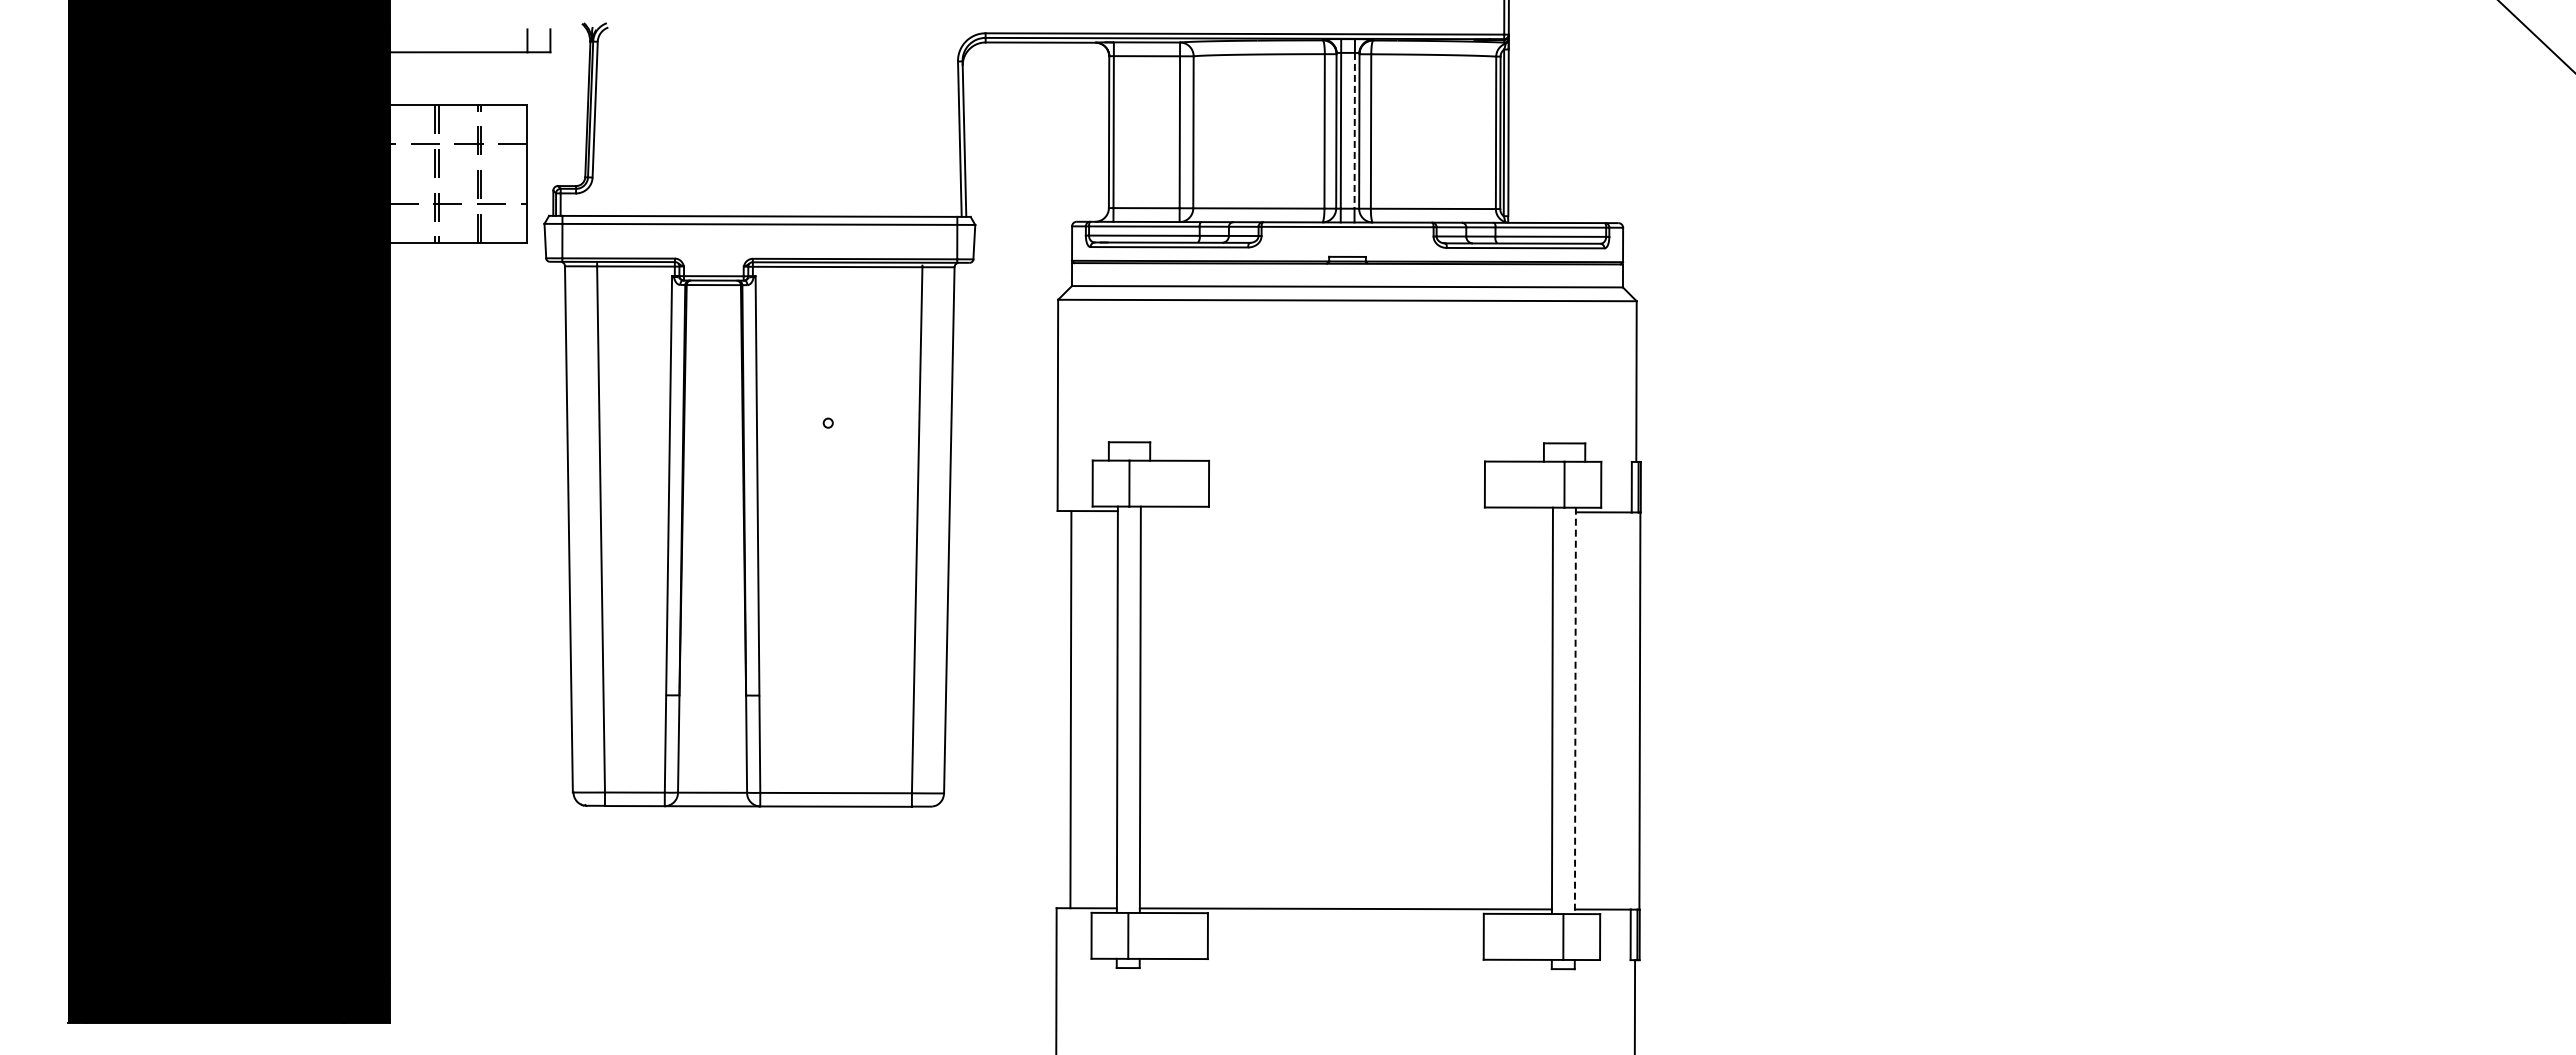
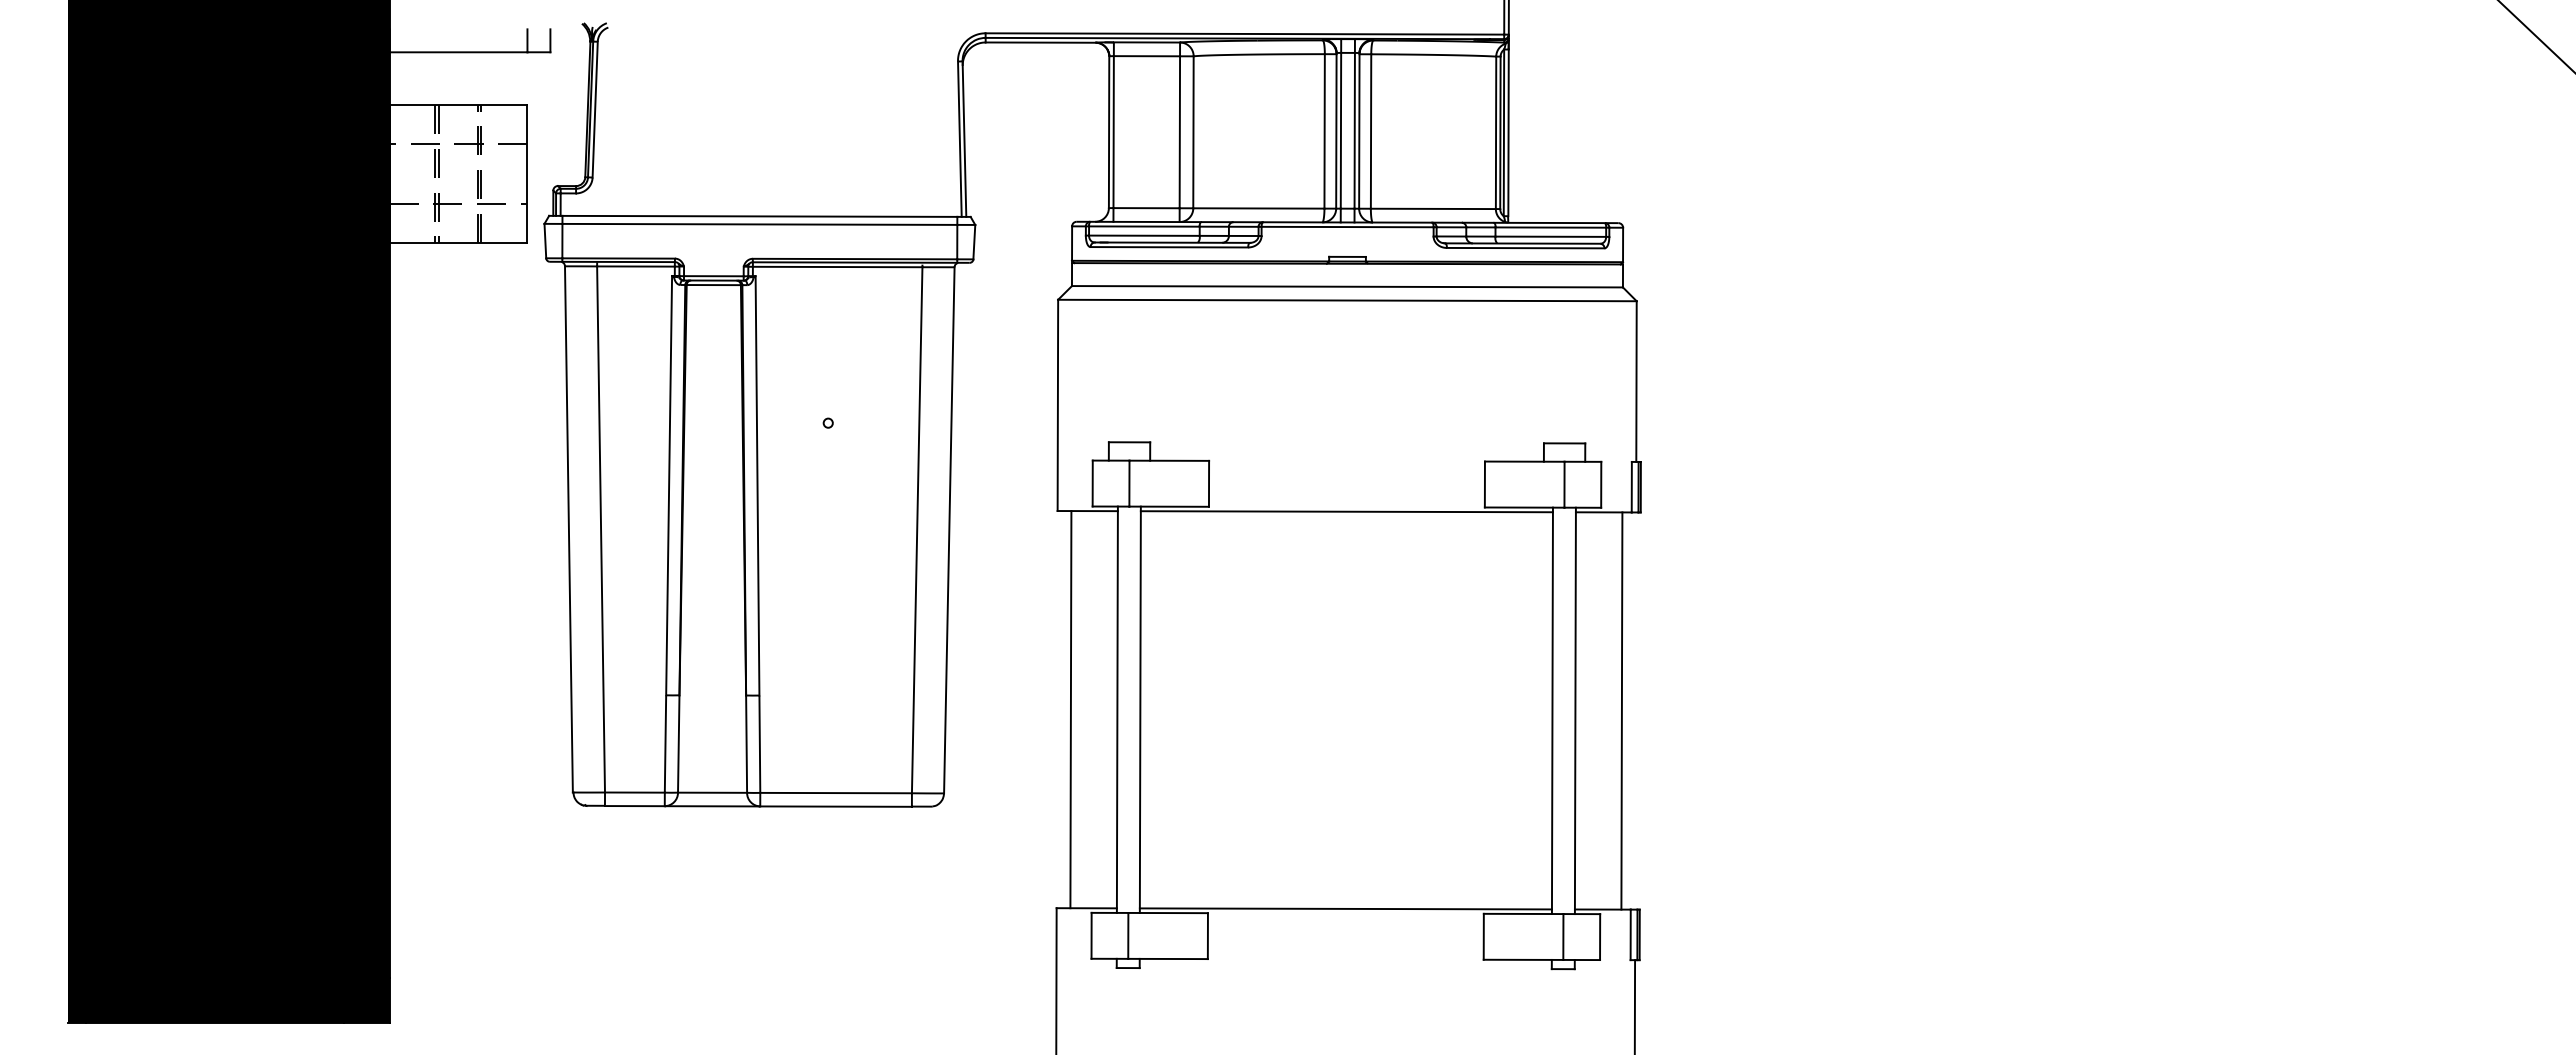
line at (1354, 130): dashed -> solid
line at (1346, 511): none -> present
line at (1639, 710) position: (1639, 710) -> (1621, 710)
line at (1575, 711): dashed -> solid
